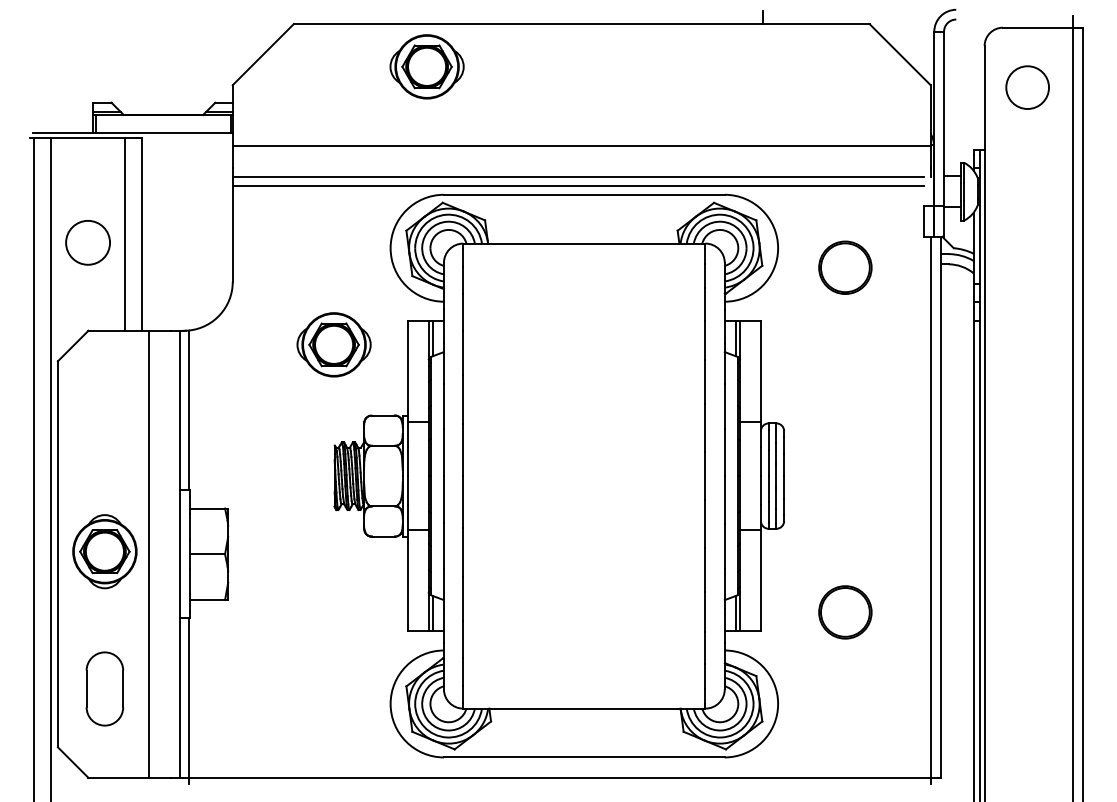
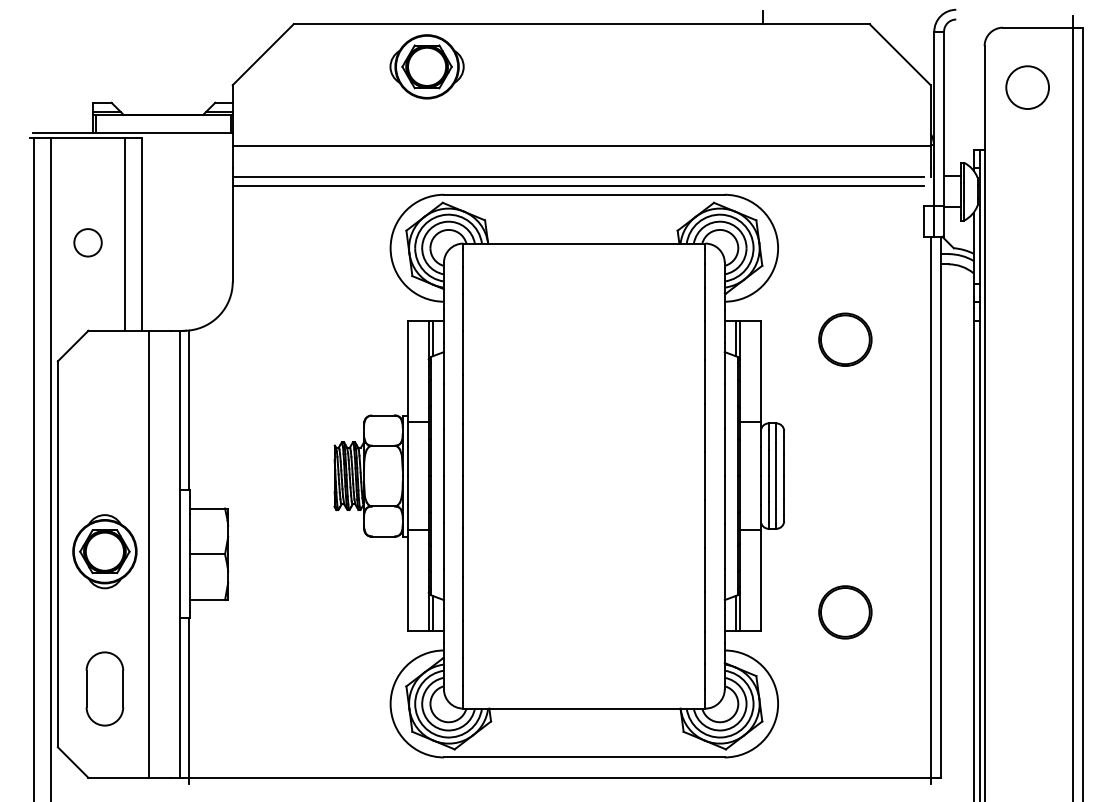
circle at (88, 242) diameter: 44 px -> 27 px
part at (845, 267) position: (845, 267) -> (845, 339)
part at (333, 344): present -> none
